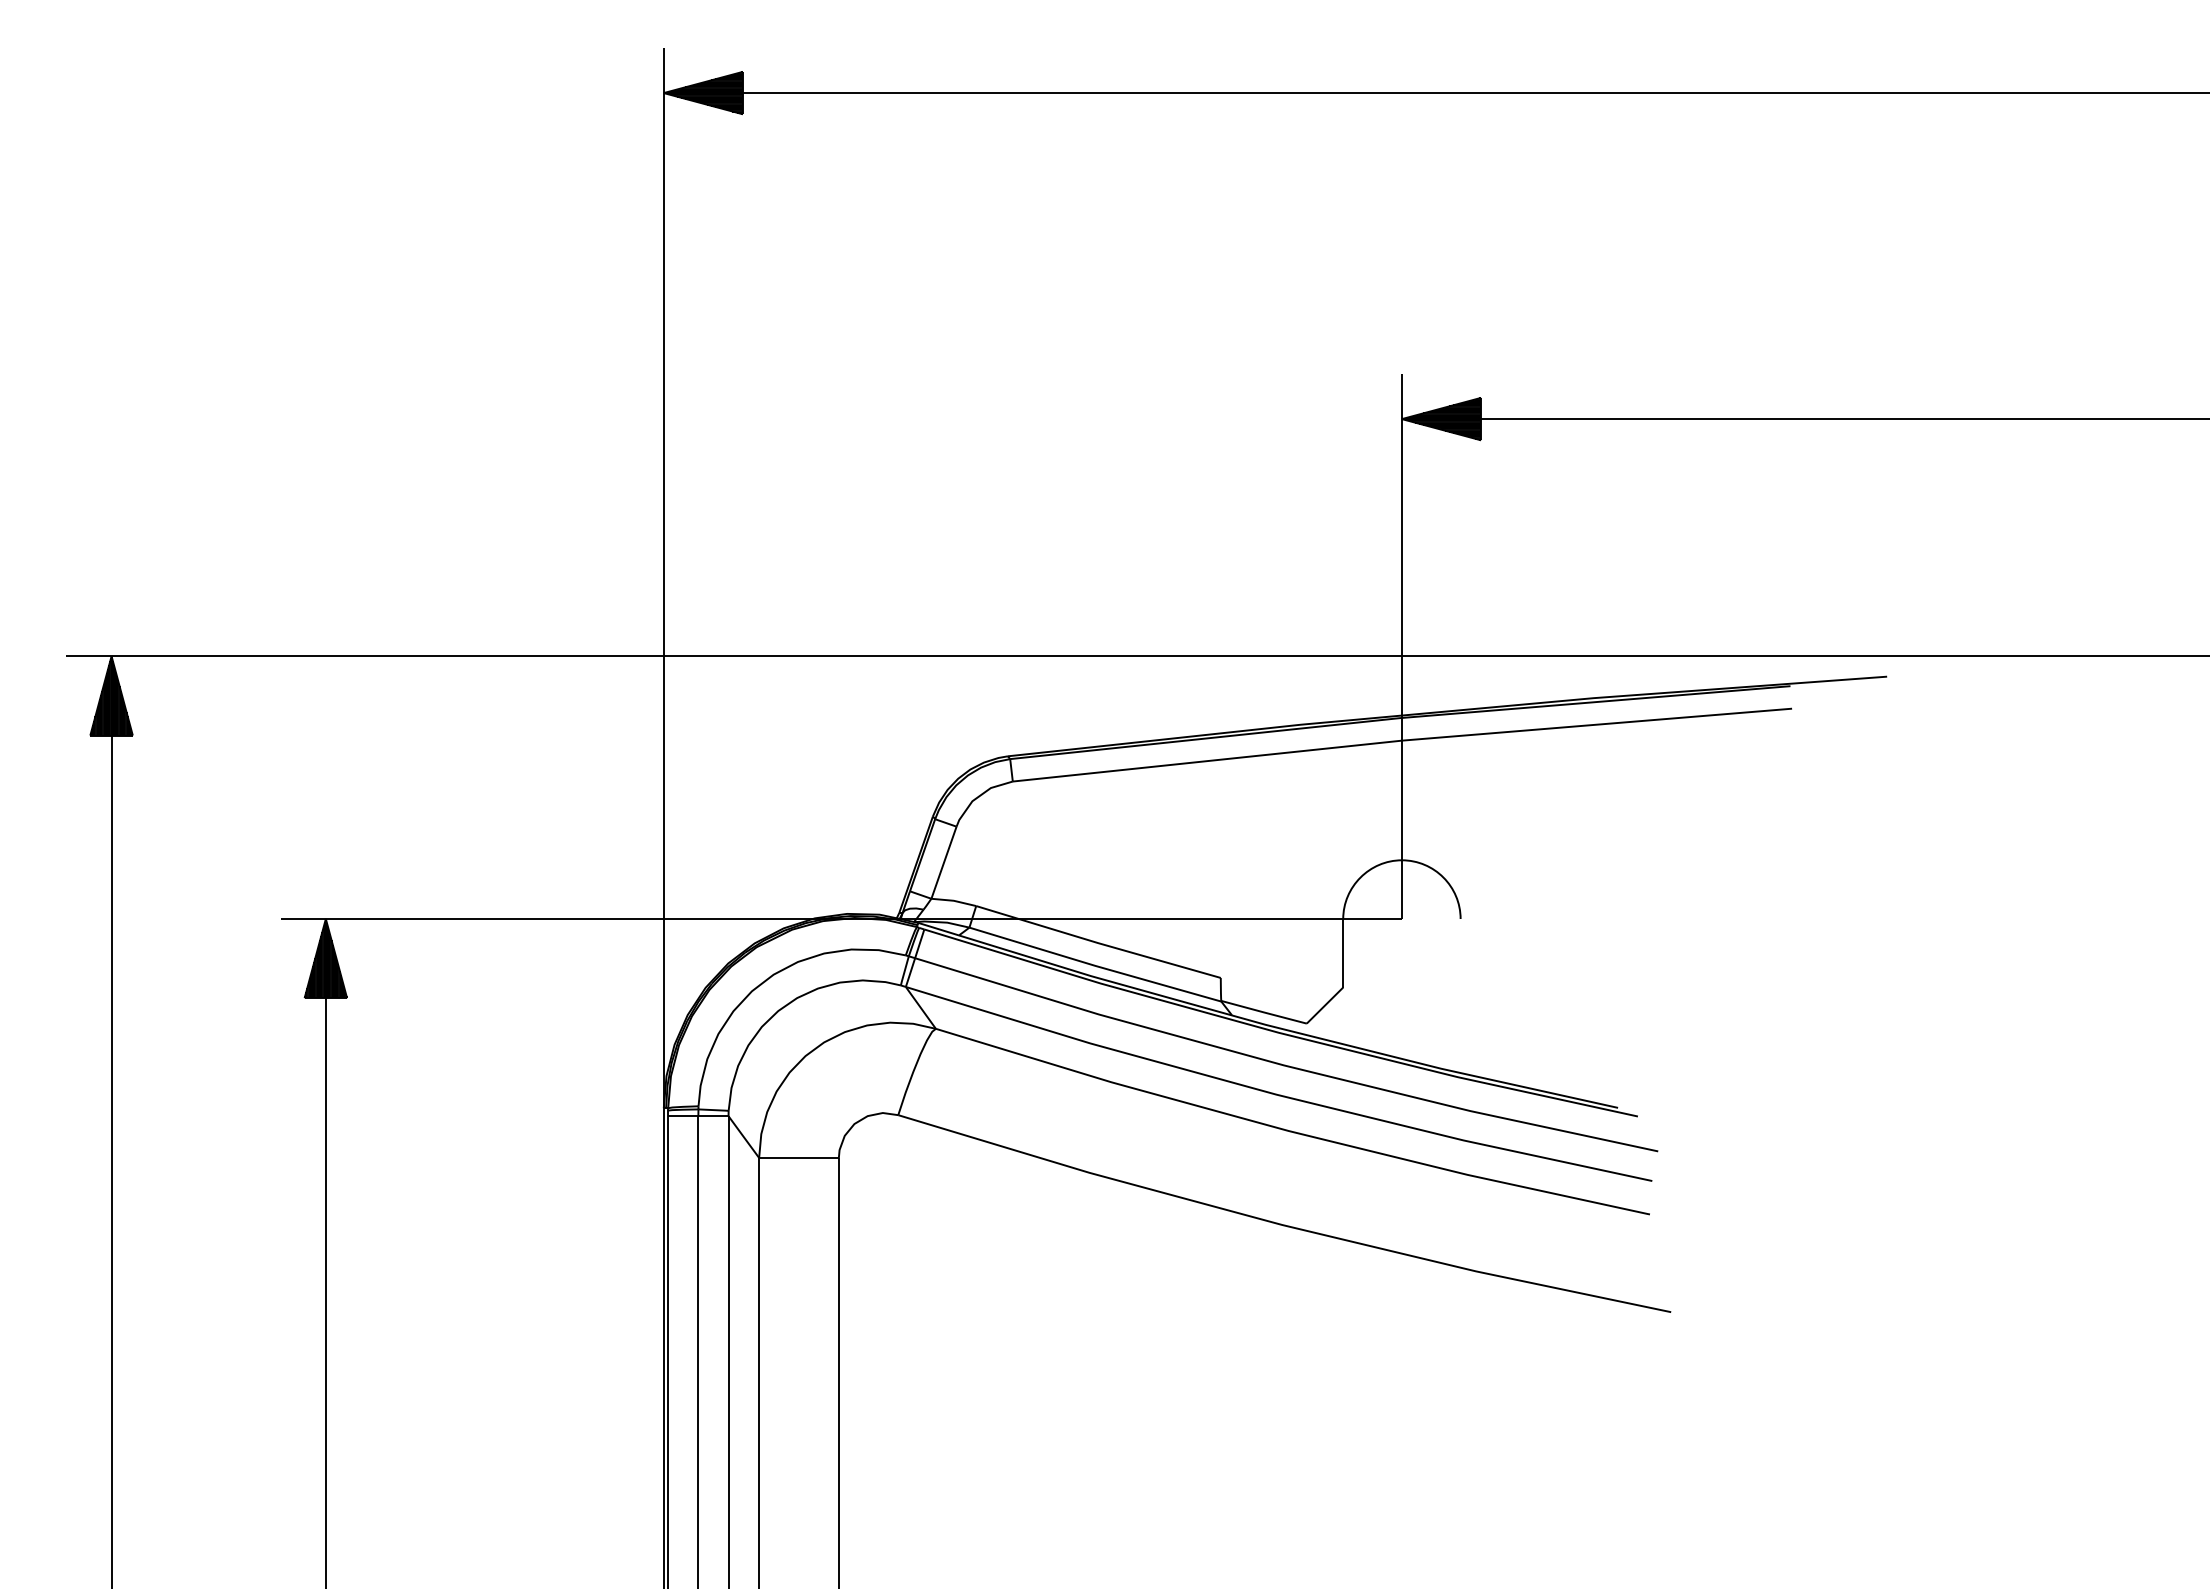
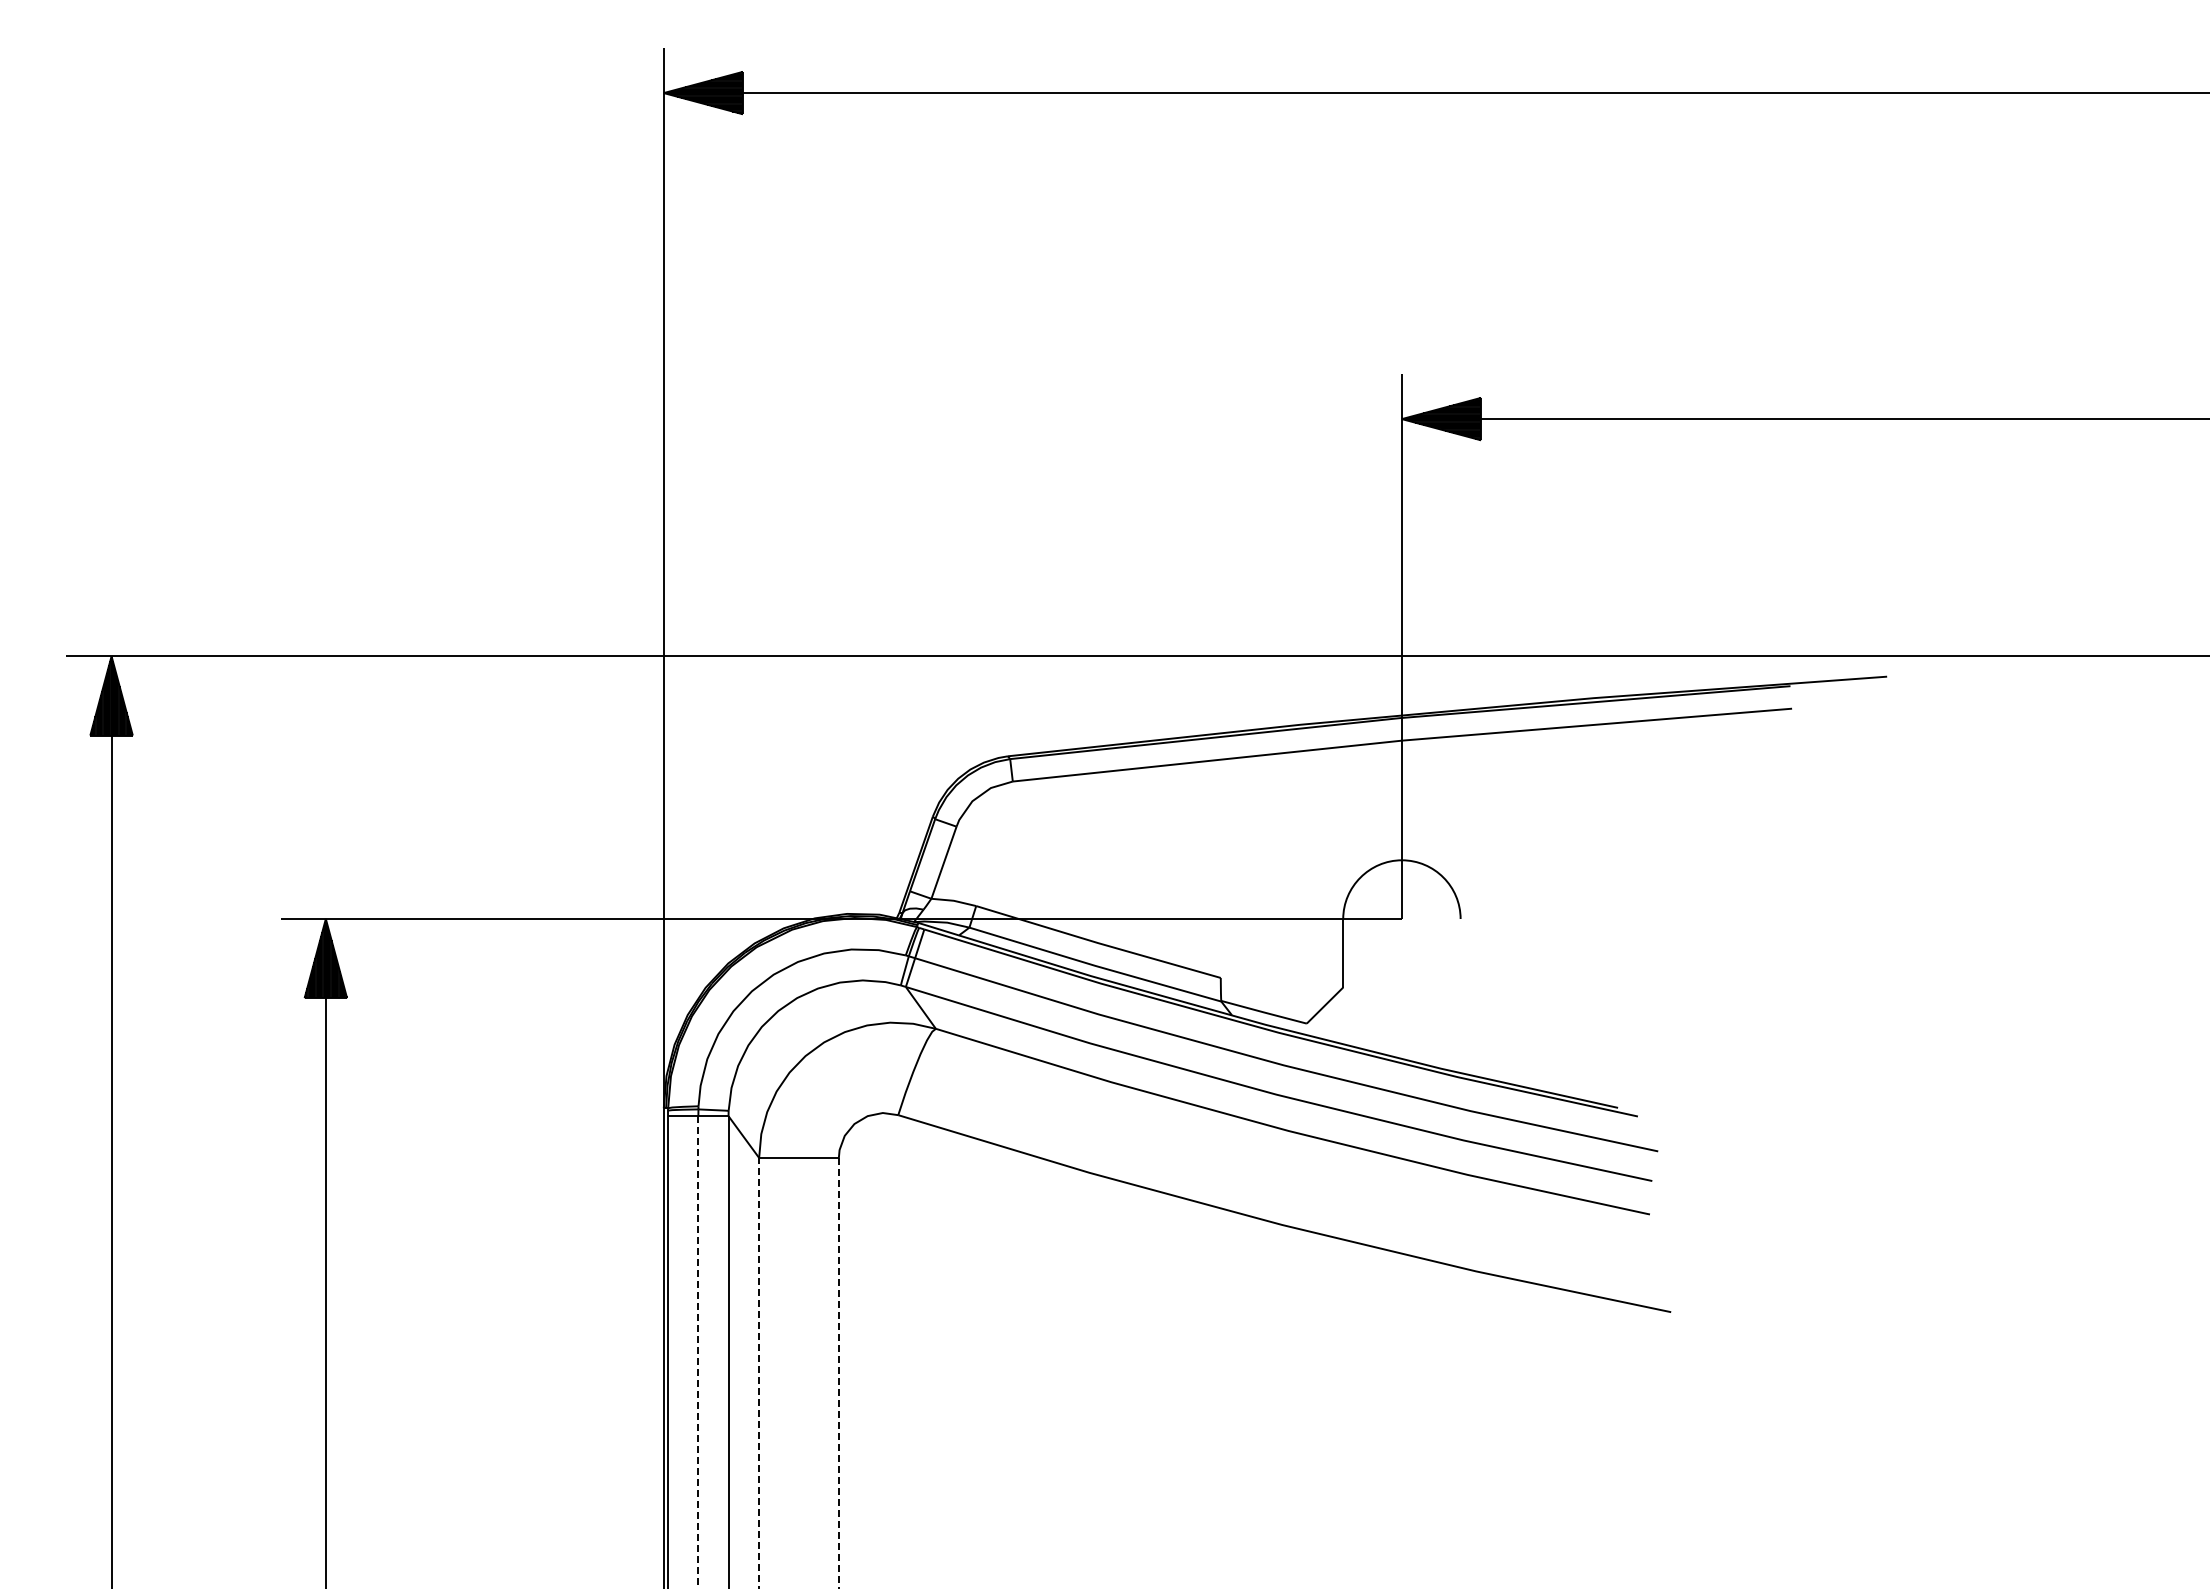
line at (698, 1353): solid -> dashed
line at (759, 1372): solid -> dashed
line at (838, 1373): solid -> dashed
